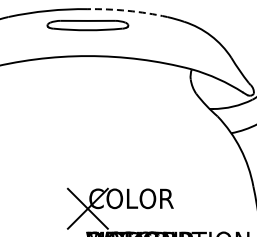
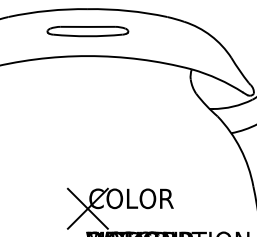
arc at (127, 10): dashed -> solid
part at (87, 25) position: (87, 25) -> (87, 31)
